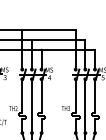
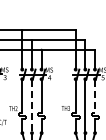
line at (95, 97): solid -> dashed
line at (32, 106): solid -> dashed
